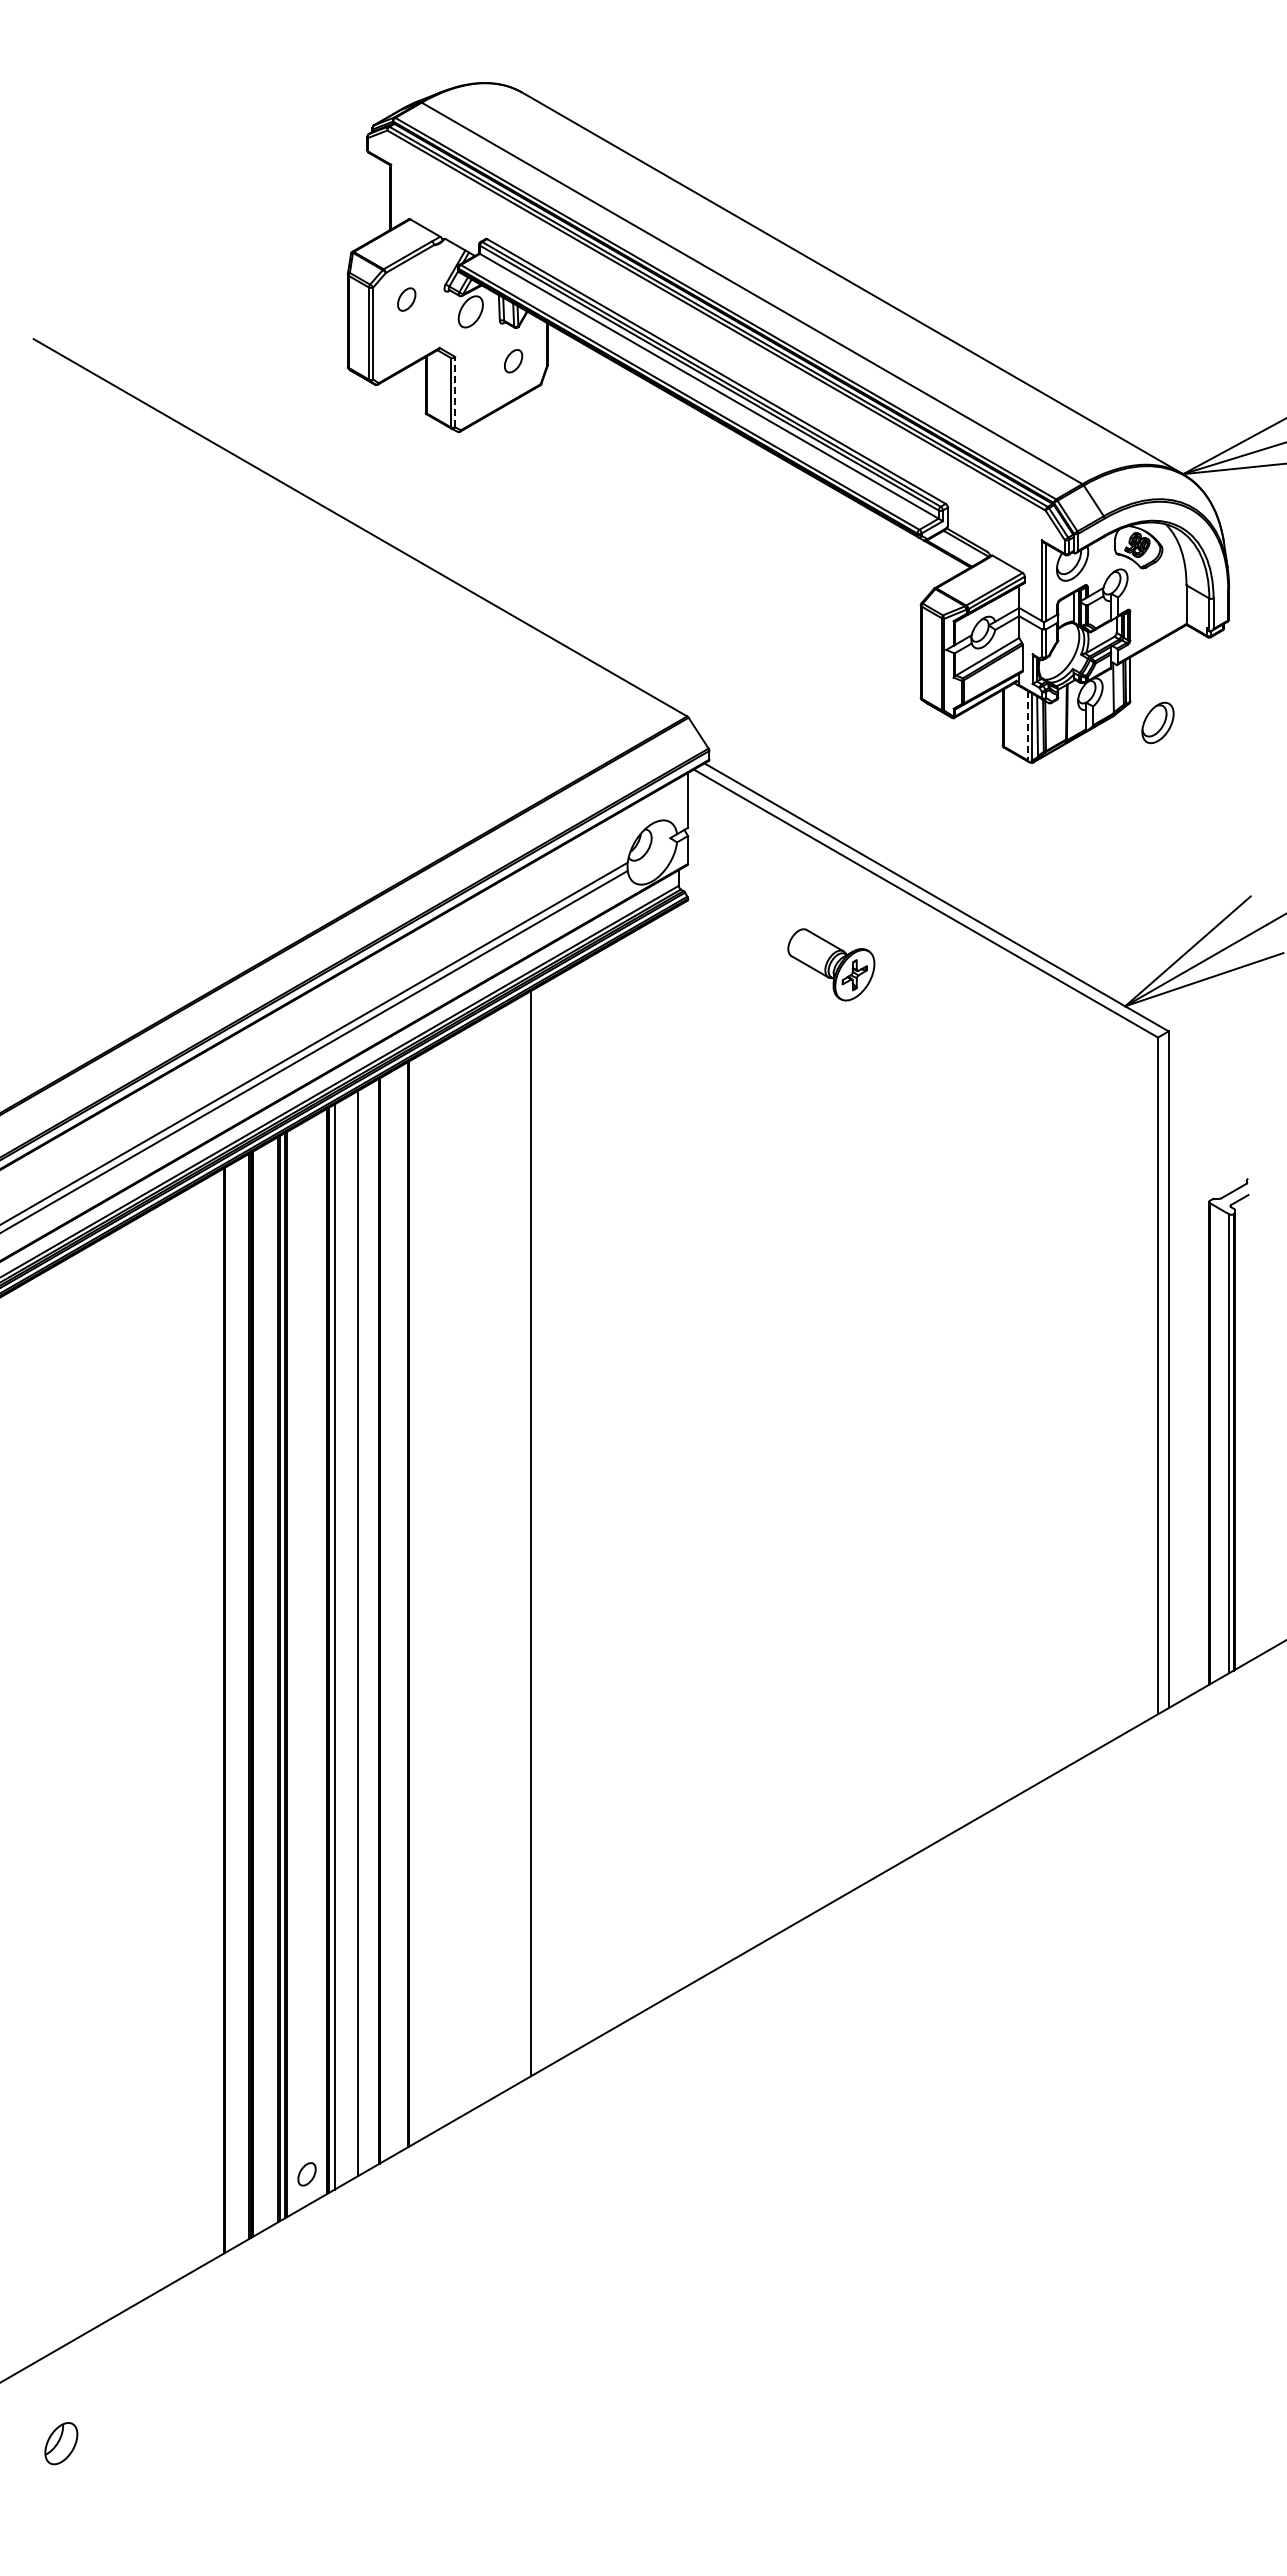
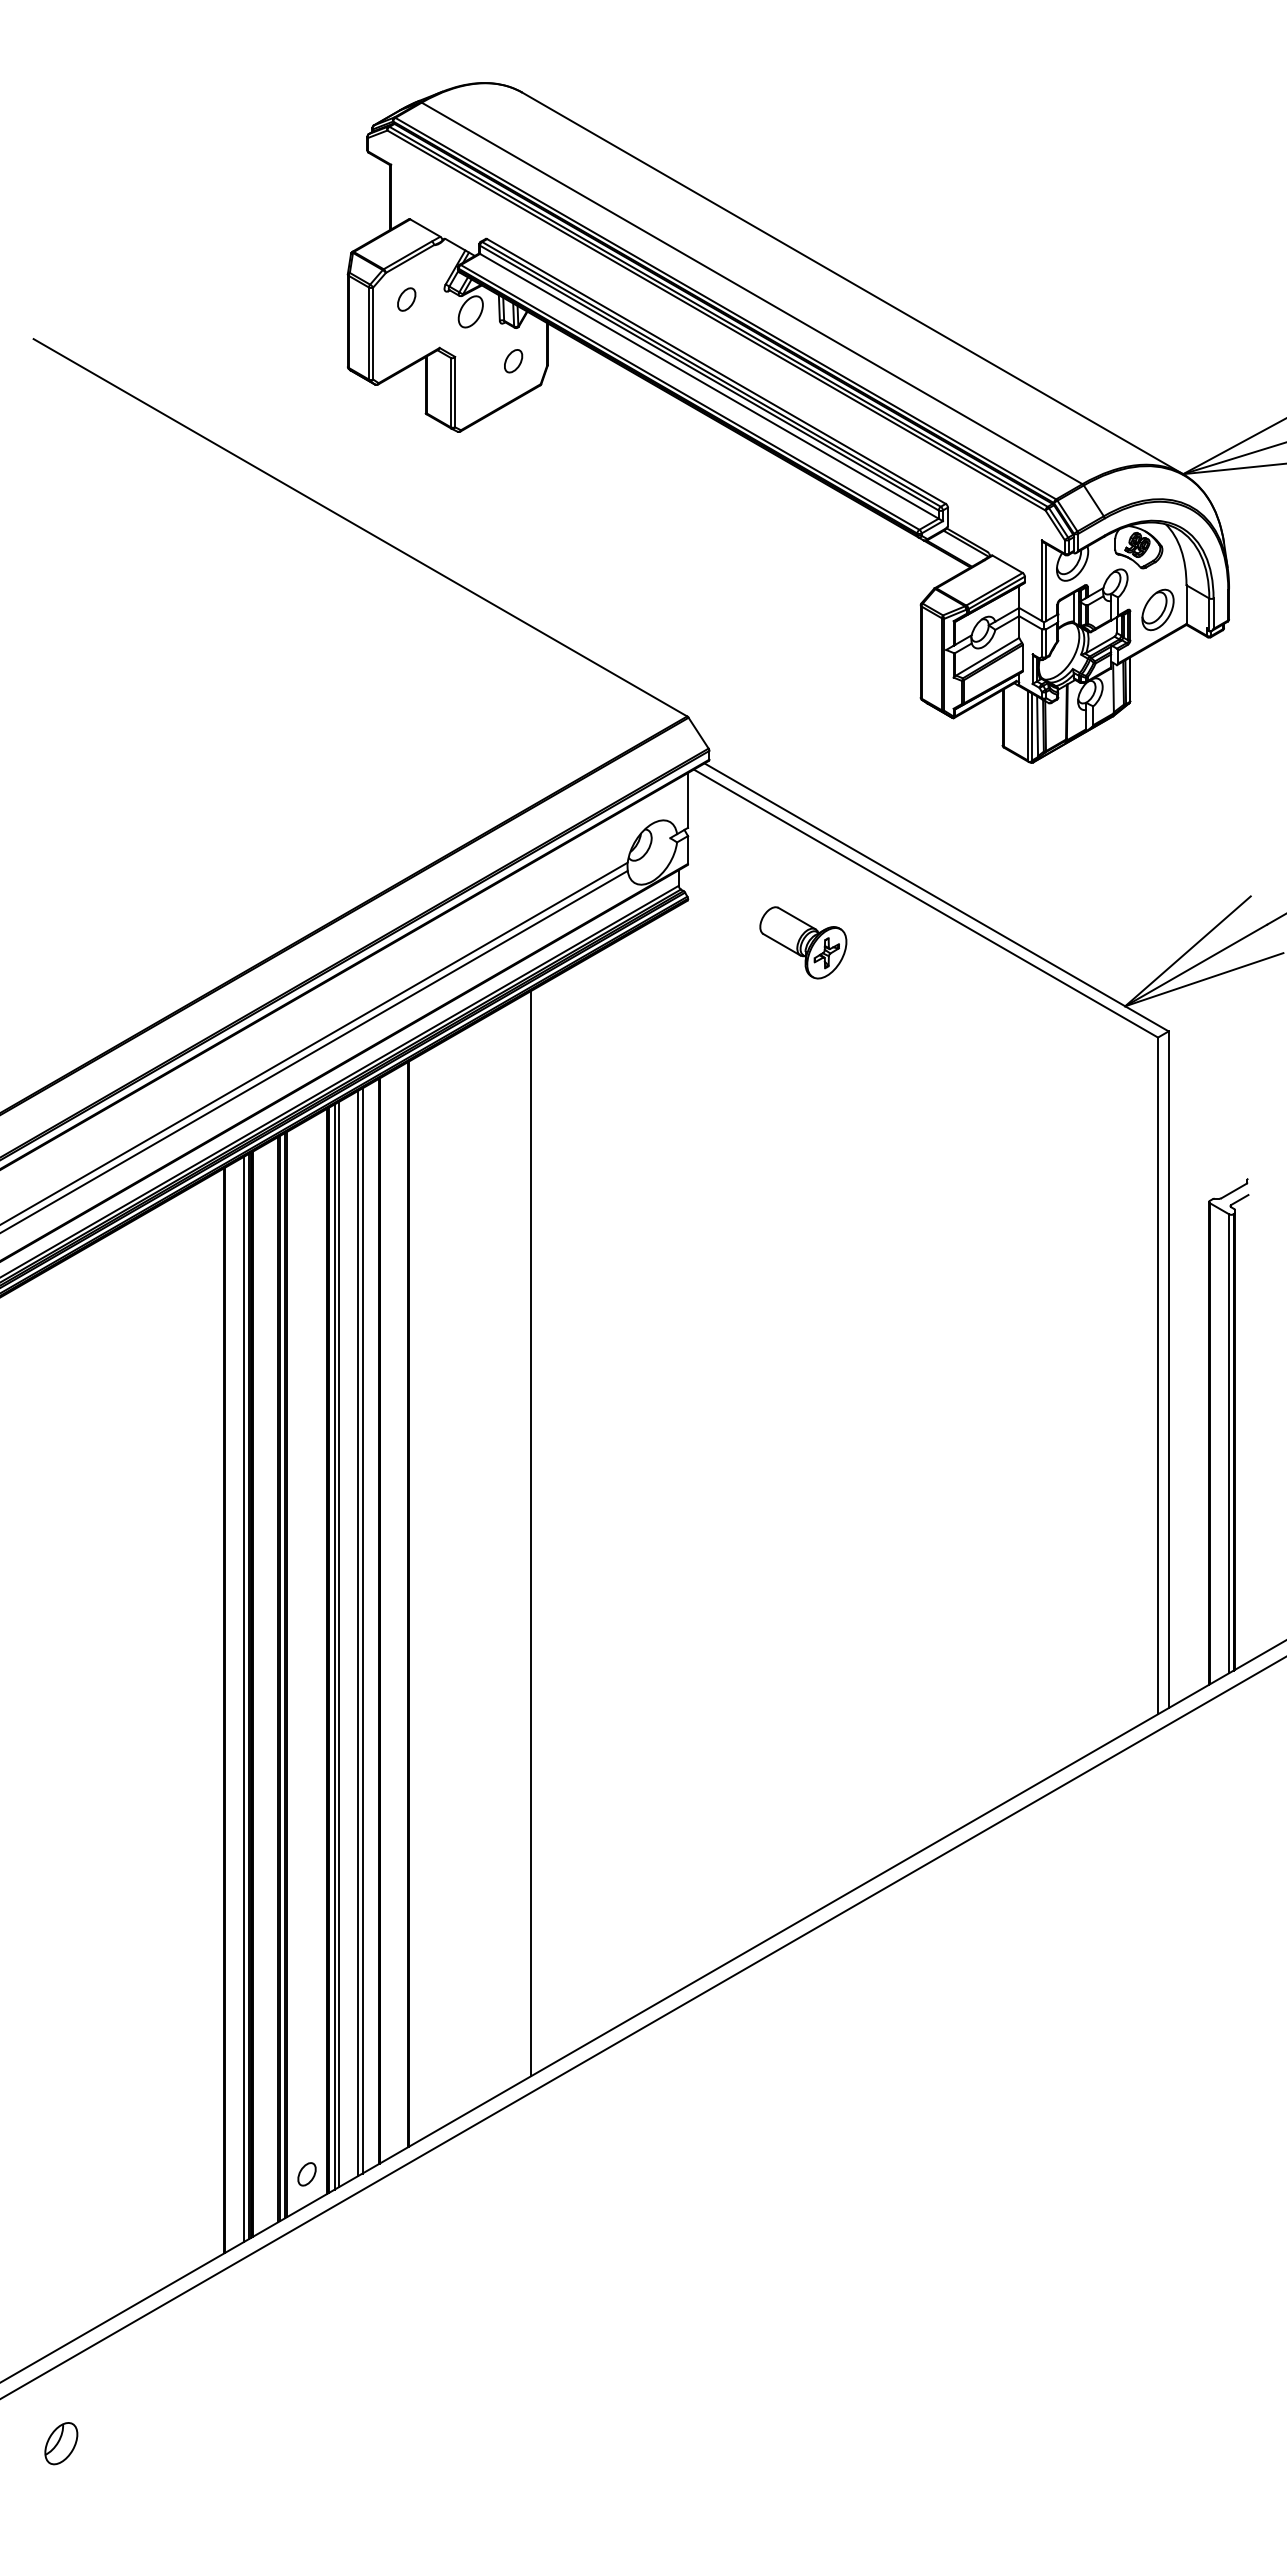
line at (455, 391): dashed -> solid
part at (1157, 722) position: (1157, 722) -> (1157, 609)
line at (1027, 725): dashed -> solid
part at (831, 964) position: (831, 964) -> (803, 942)
line at (362, 1630): none -> present
line at (339, 1644): none -> present
line at (244, 1698): none -> present
line at (642, 2027): none -> present
